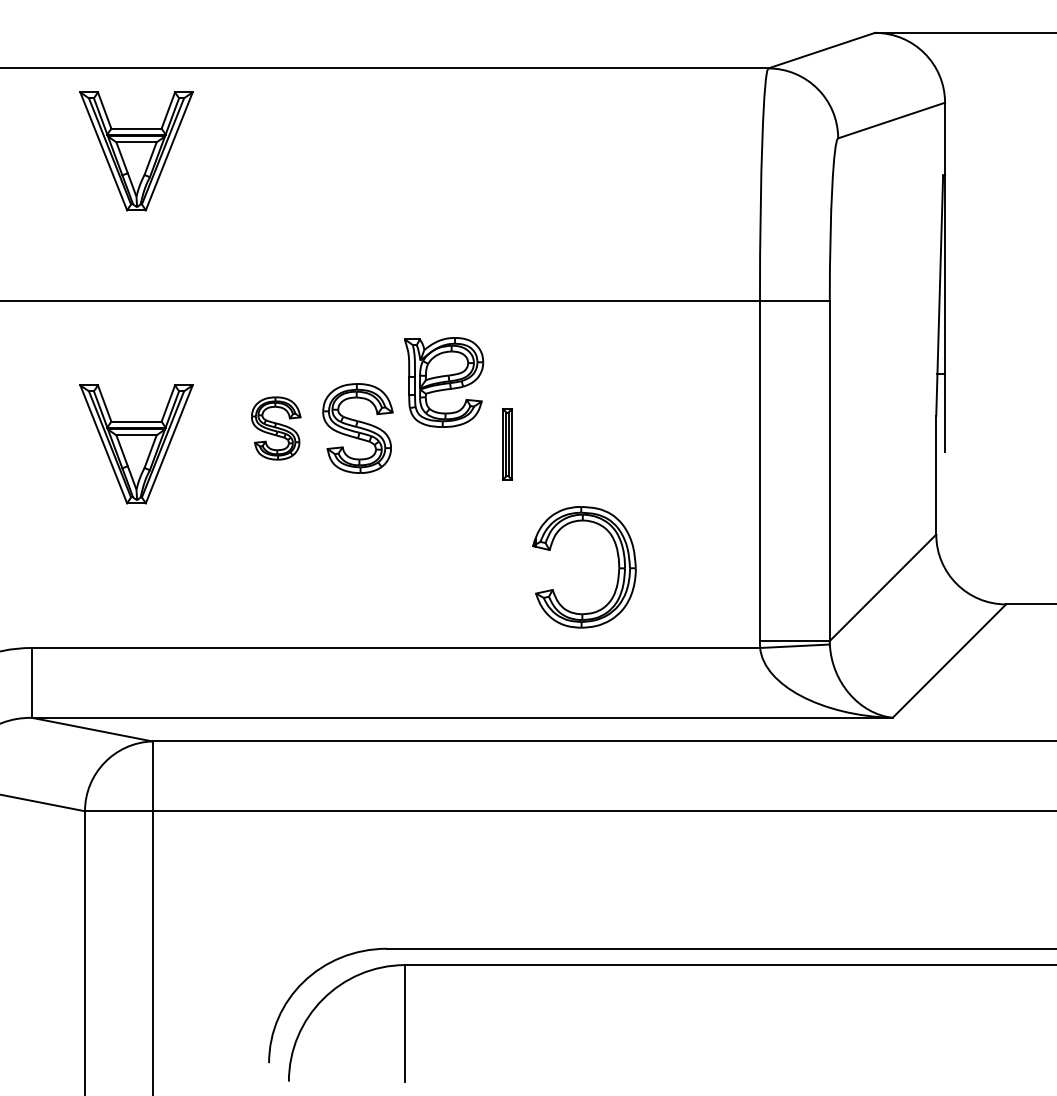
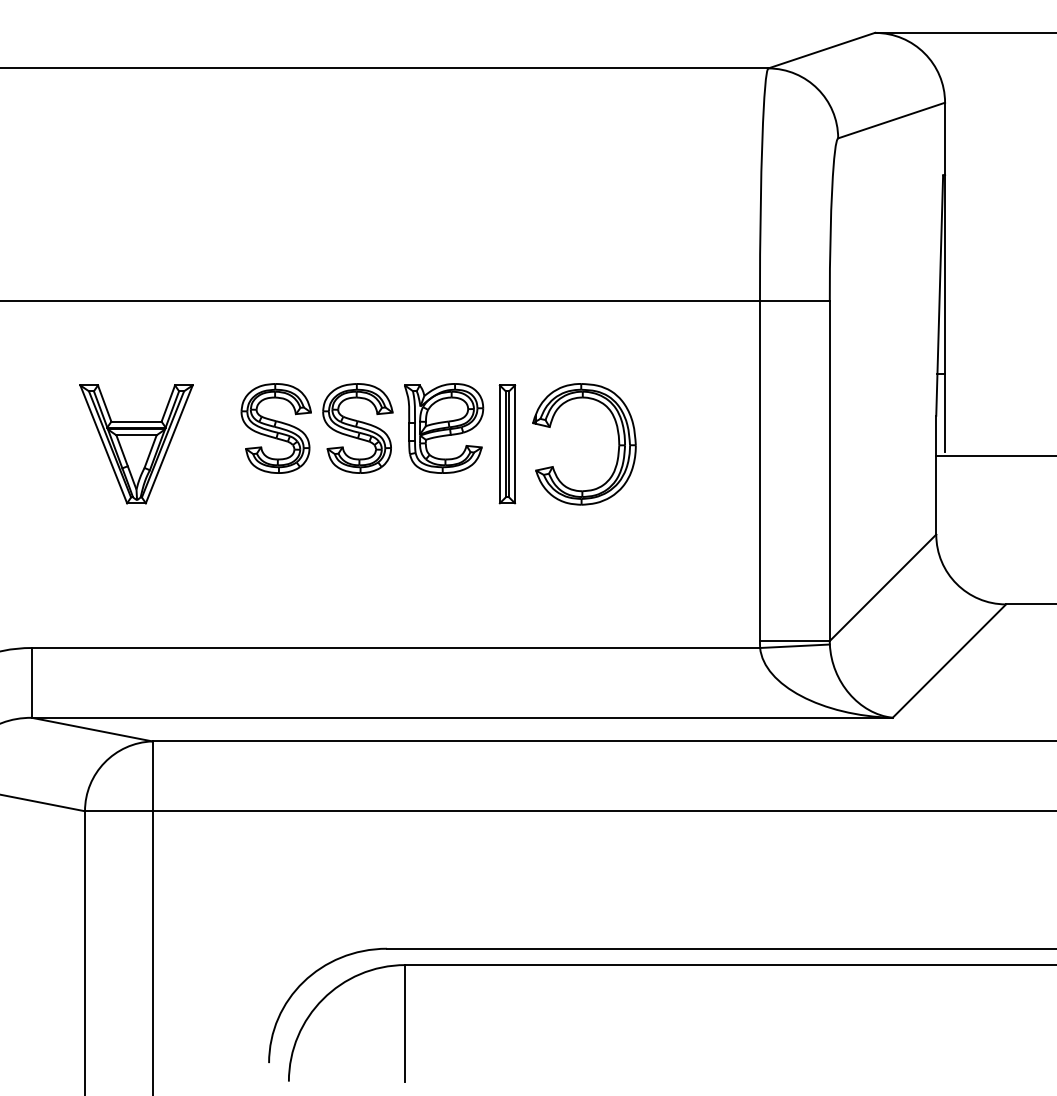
part at (136, 151): present -> none
part at (444, 382) position: (444, 382) -> (444, 428)
part at (276, 428) size: 51x65 px -> 72x91 px
part at (507, 444) size: 13x73 px -> 19x121 px
line at (994, 455): none -> present
part at (617, 574) position: (617, 574) -> (617, 451)
